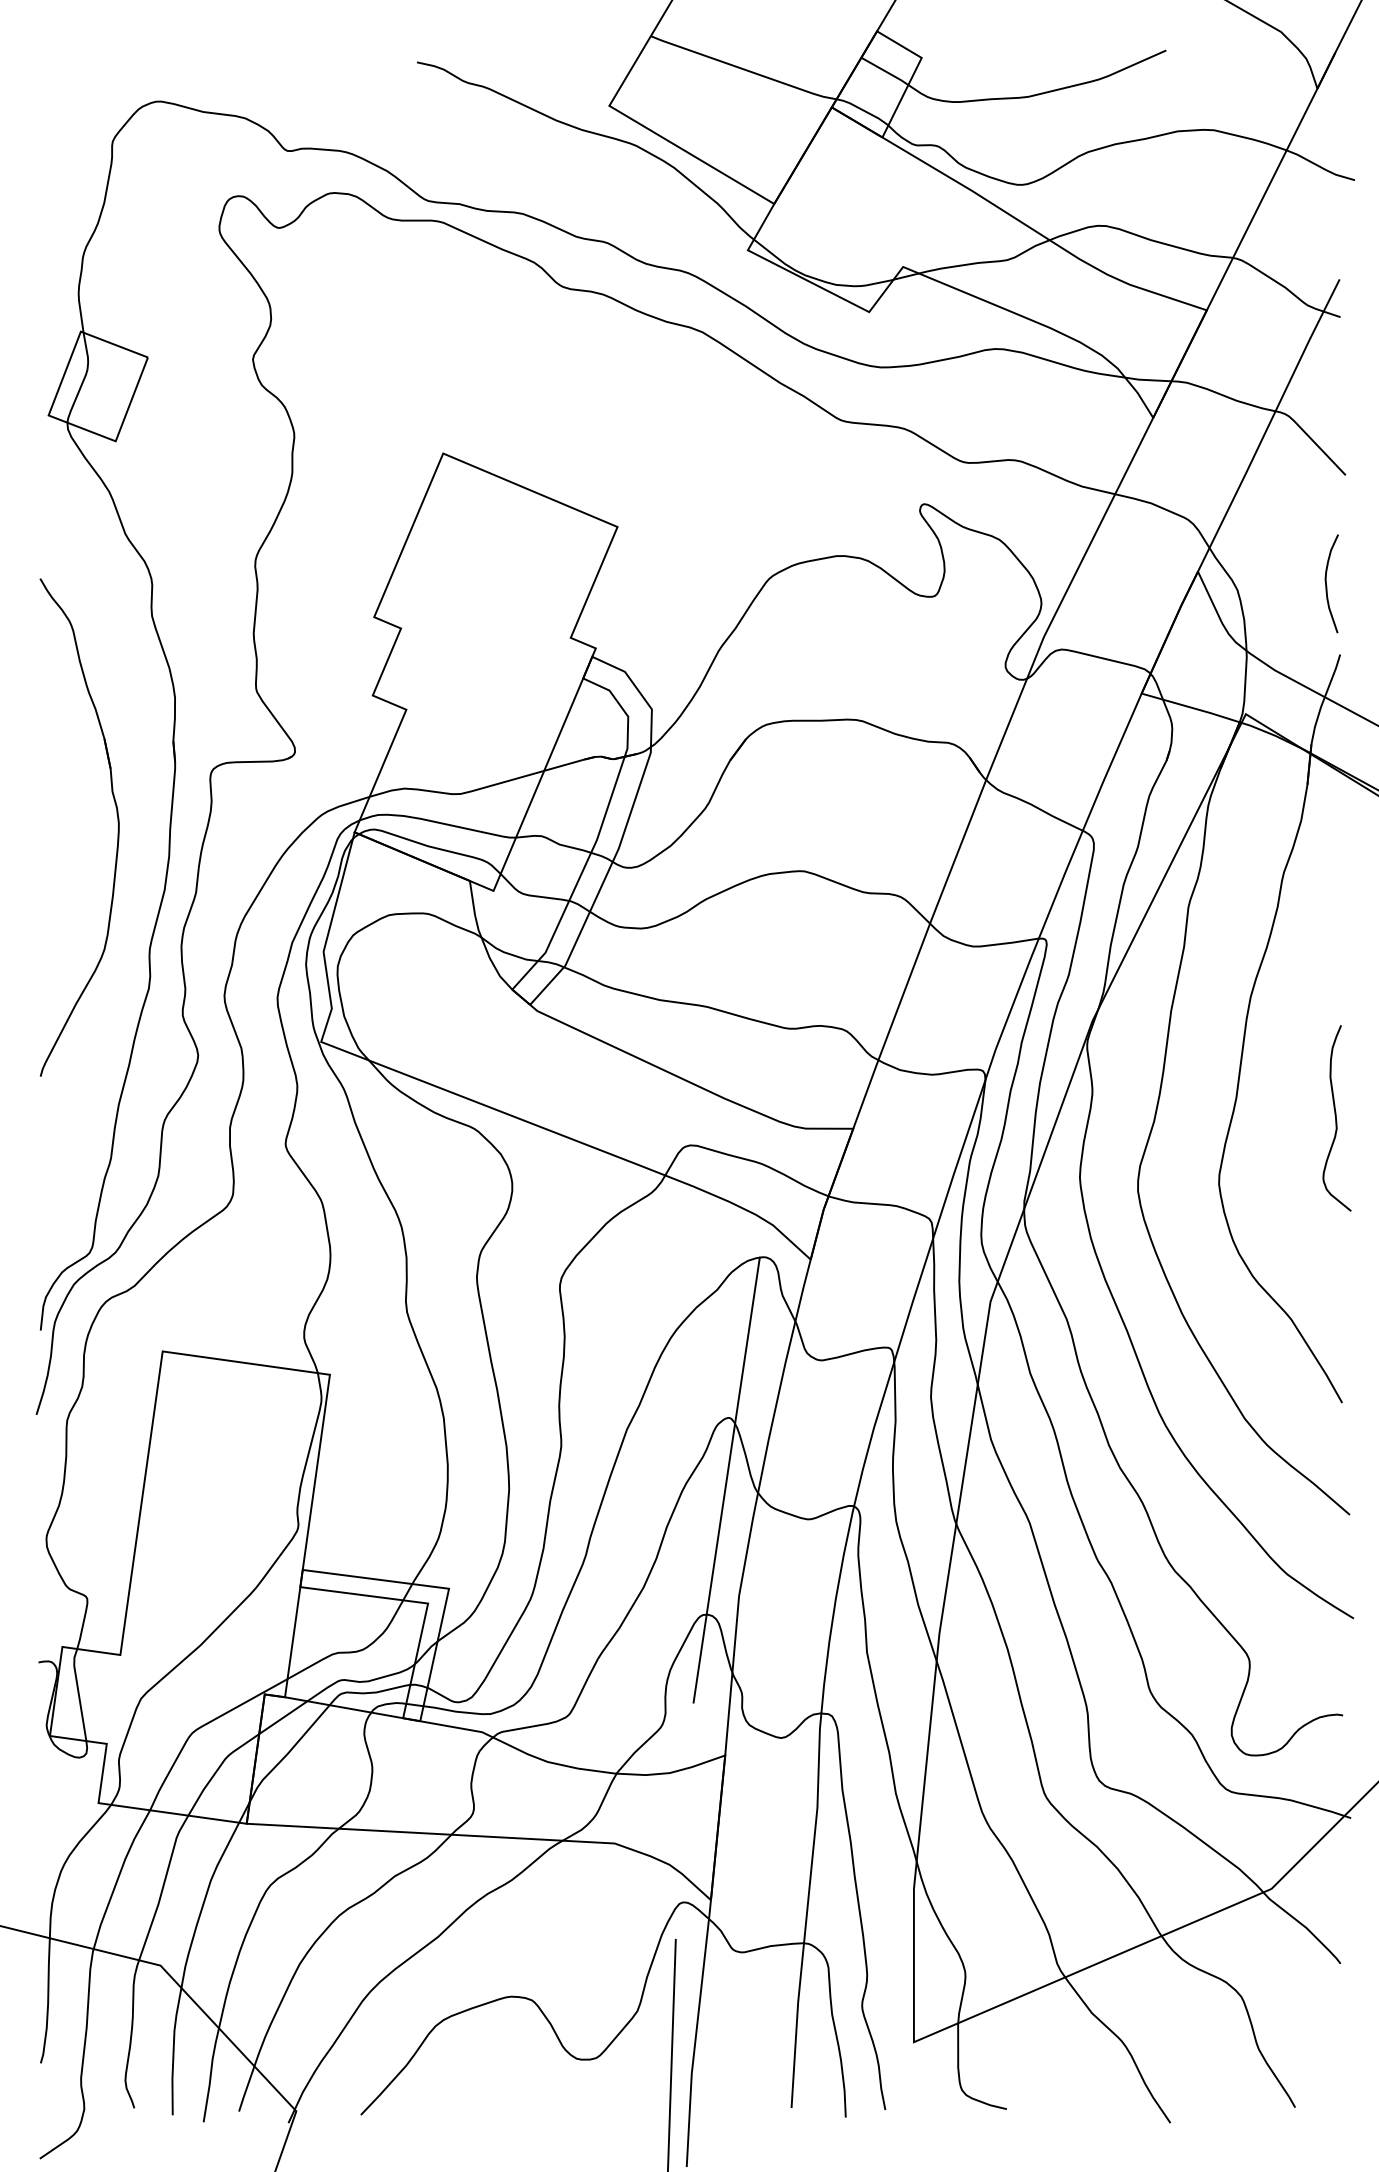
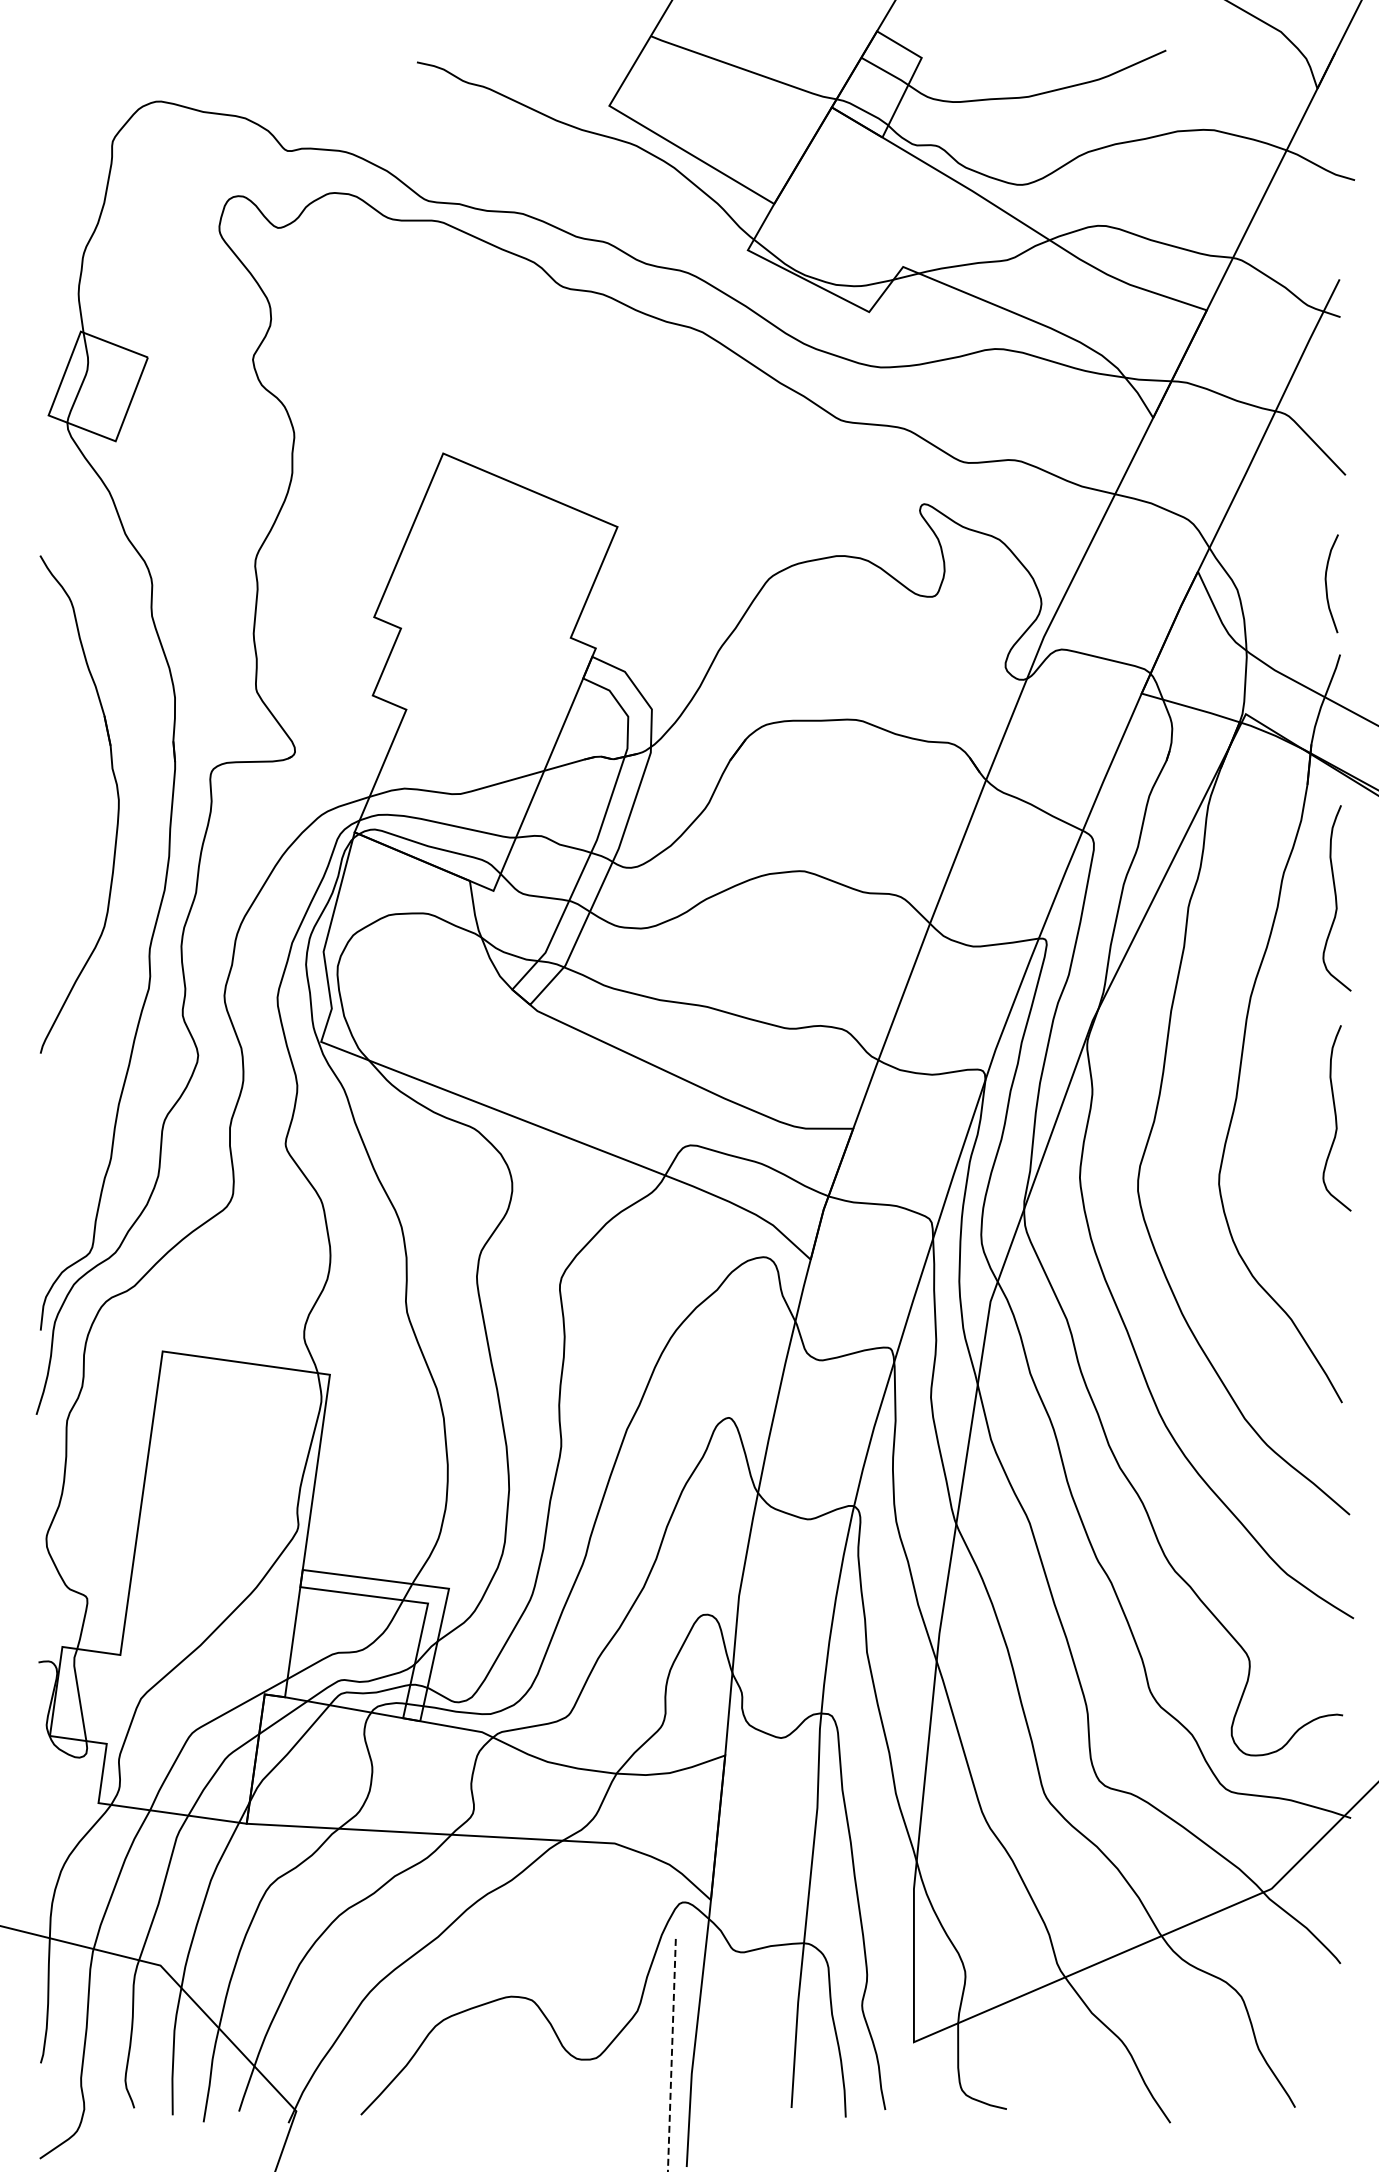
part at (117, 829) position: (117, 829) -> (117, 806)
curve at (1336, 898): none -> present
line at (726, 1479): present -> none
line at (671, 2055): solid -> dashed
